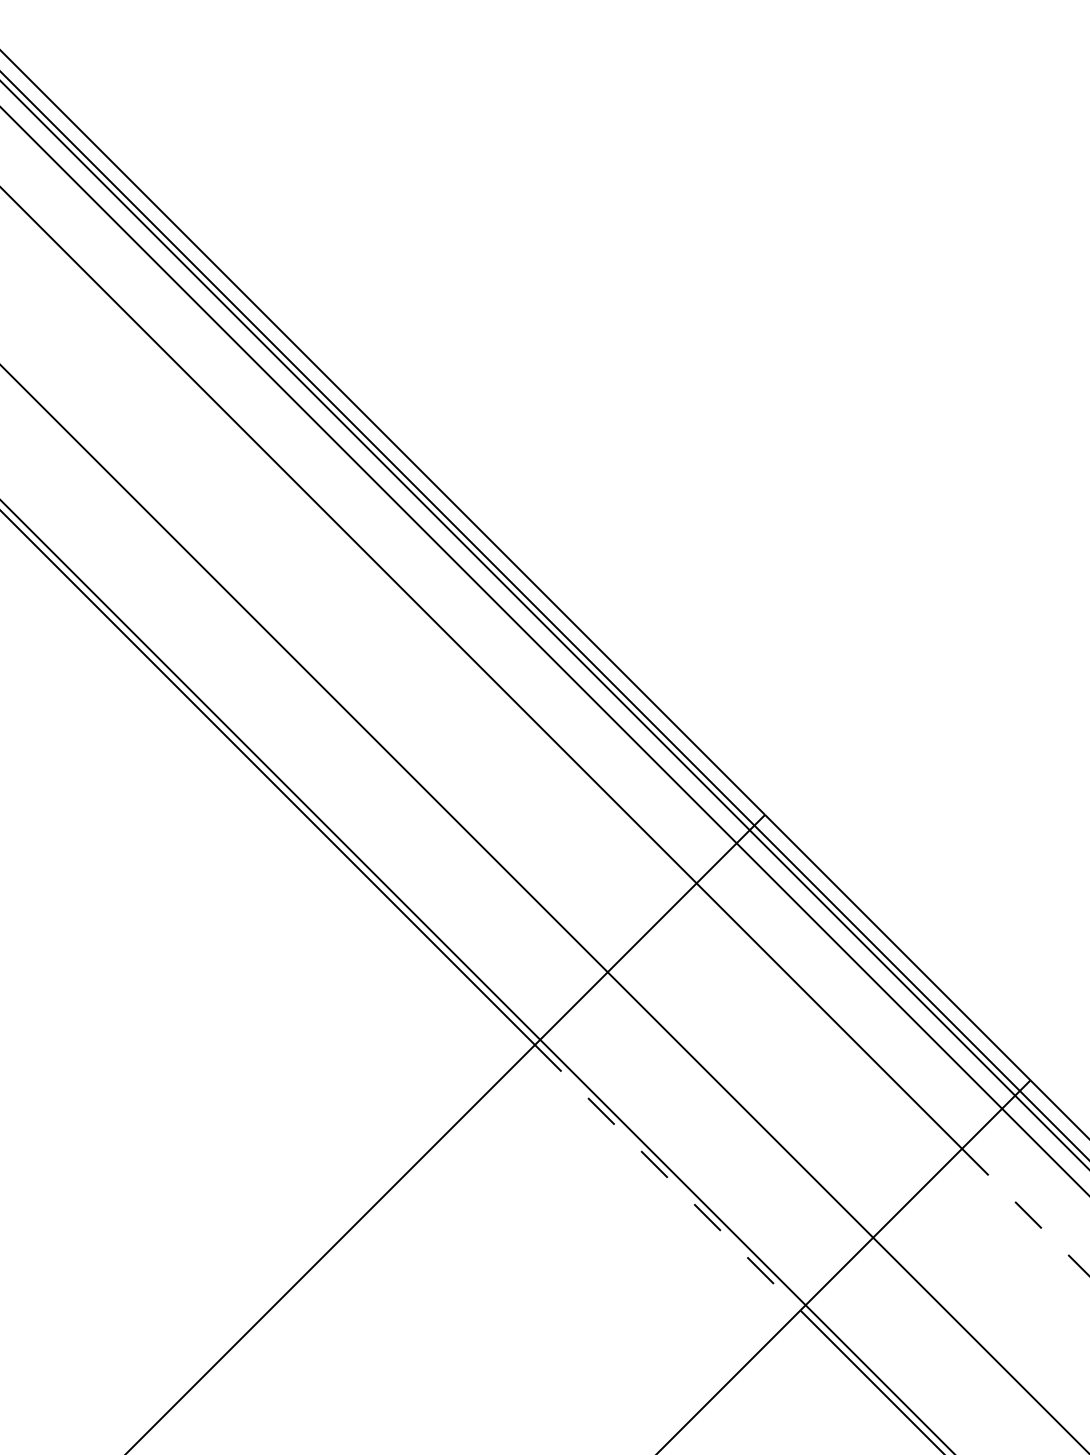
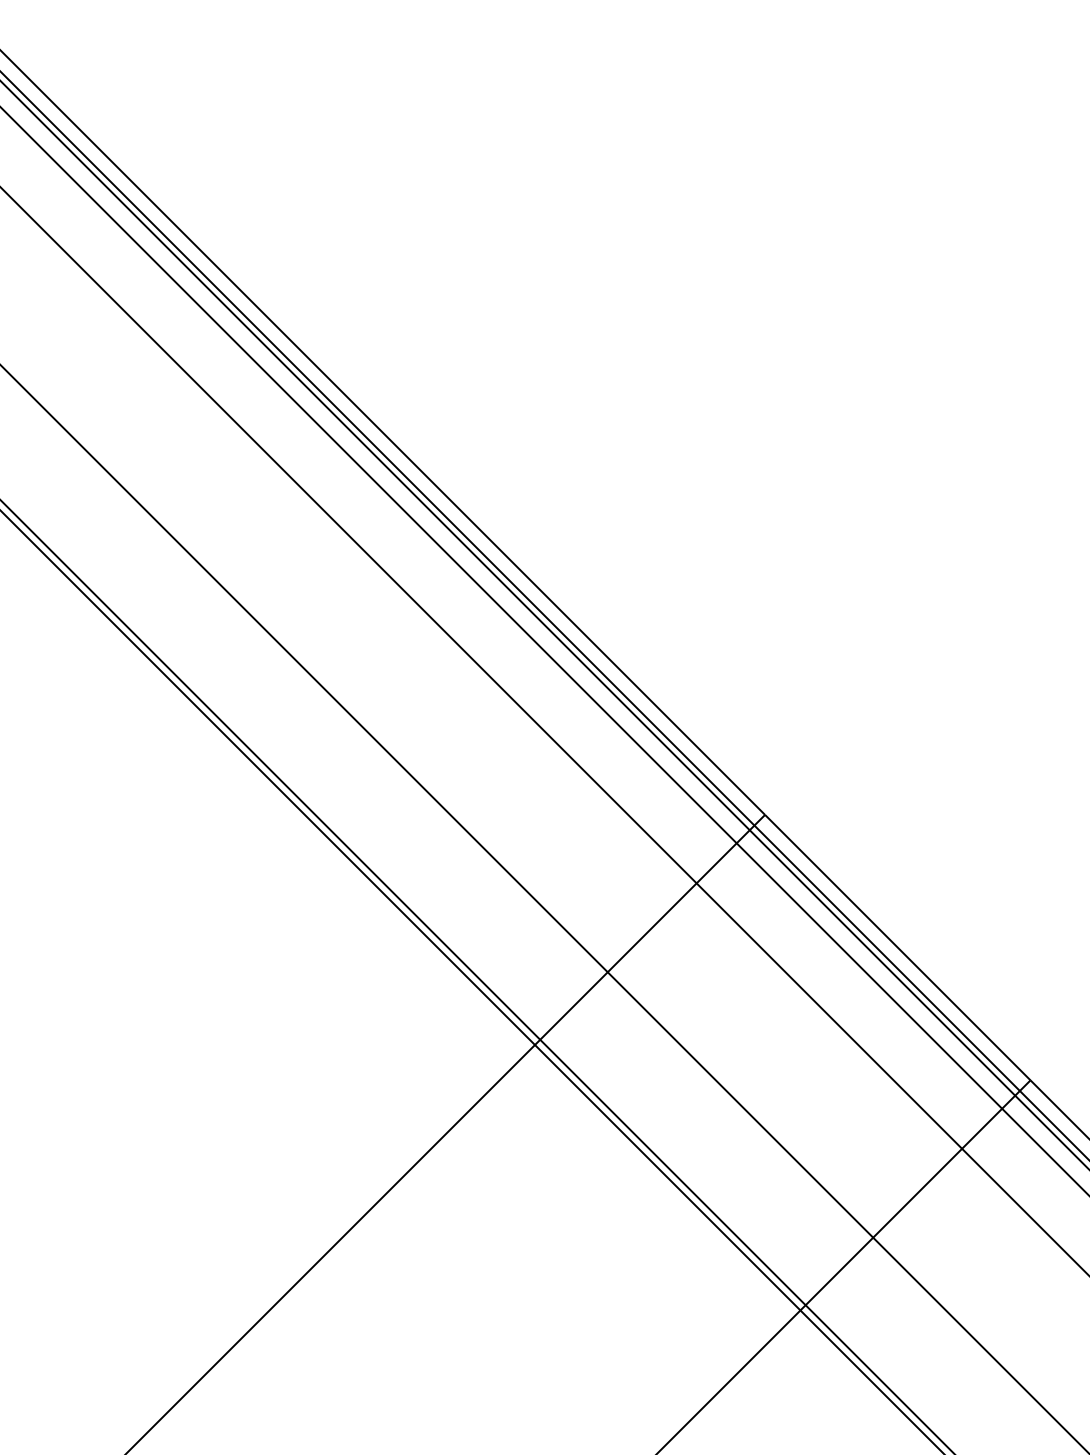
line at (667, 1177): dashed -> solid
line at (1026, 1213): dashed -> solid
